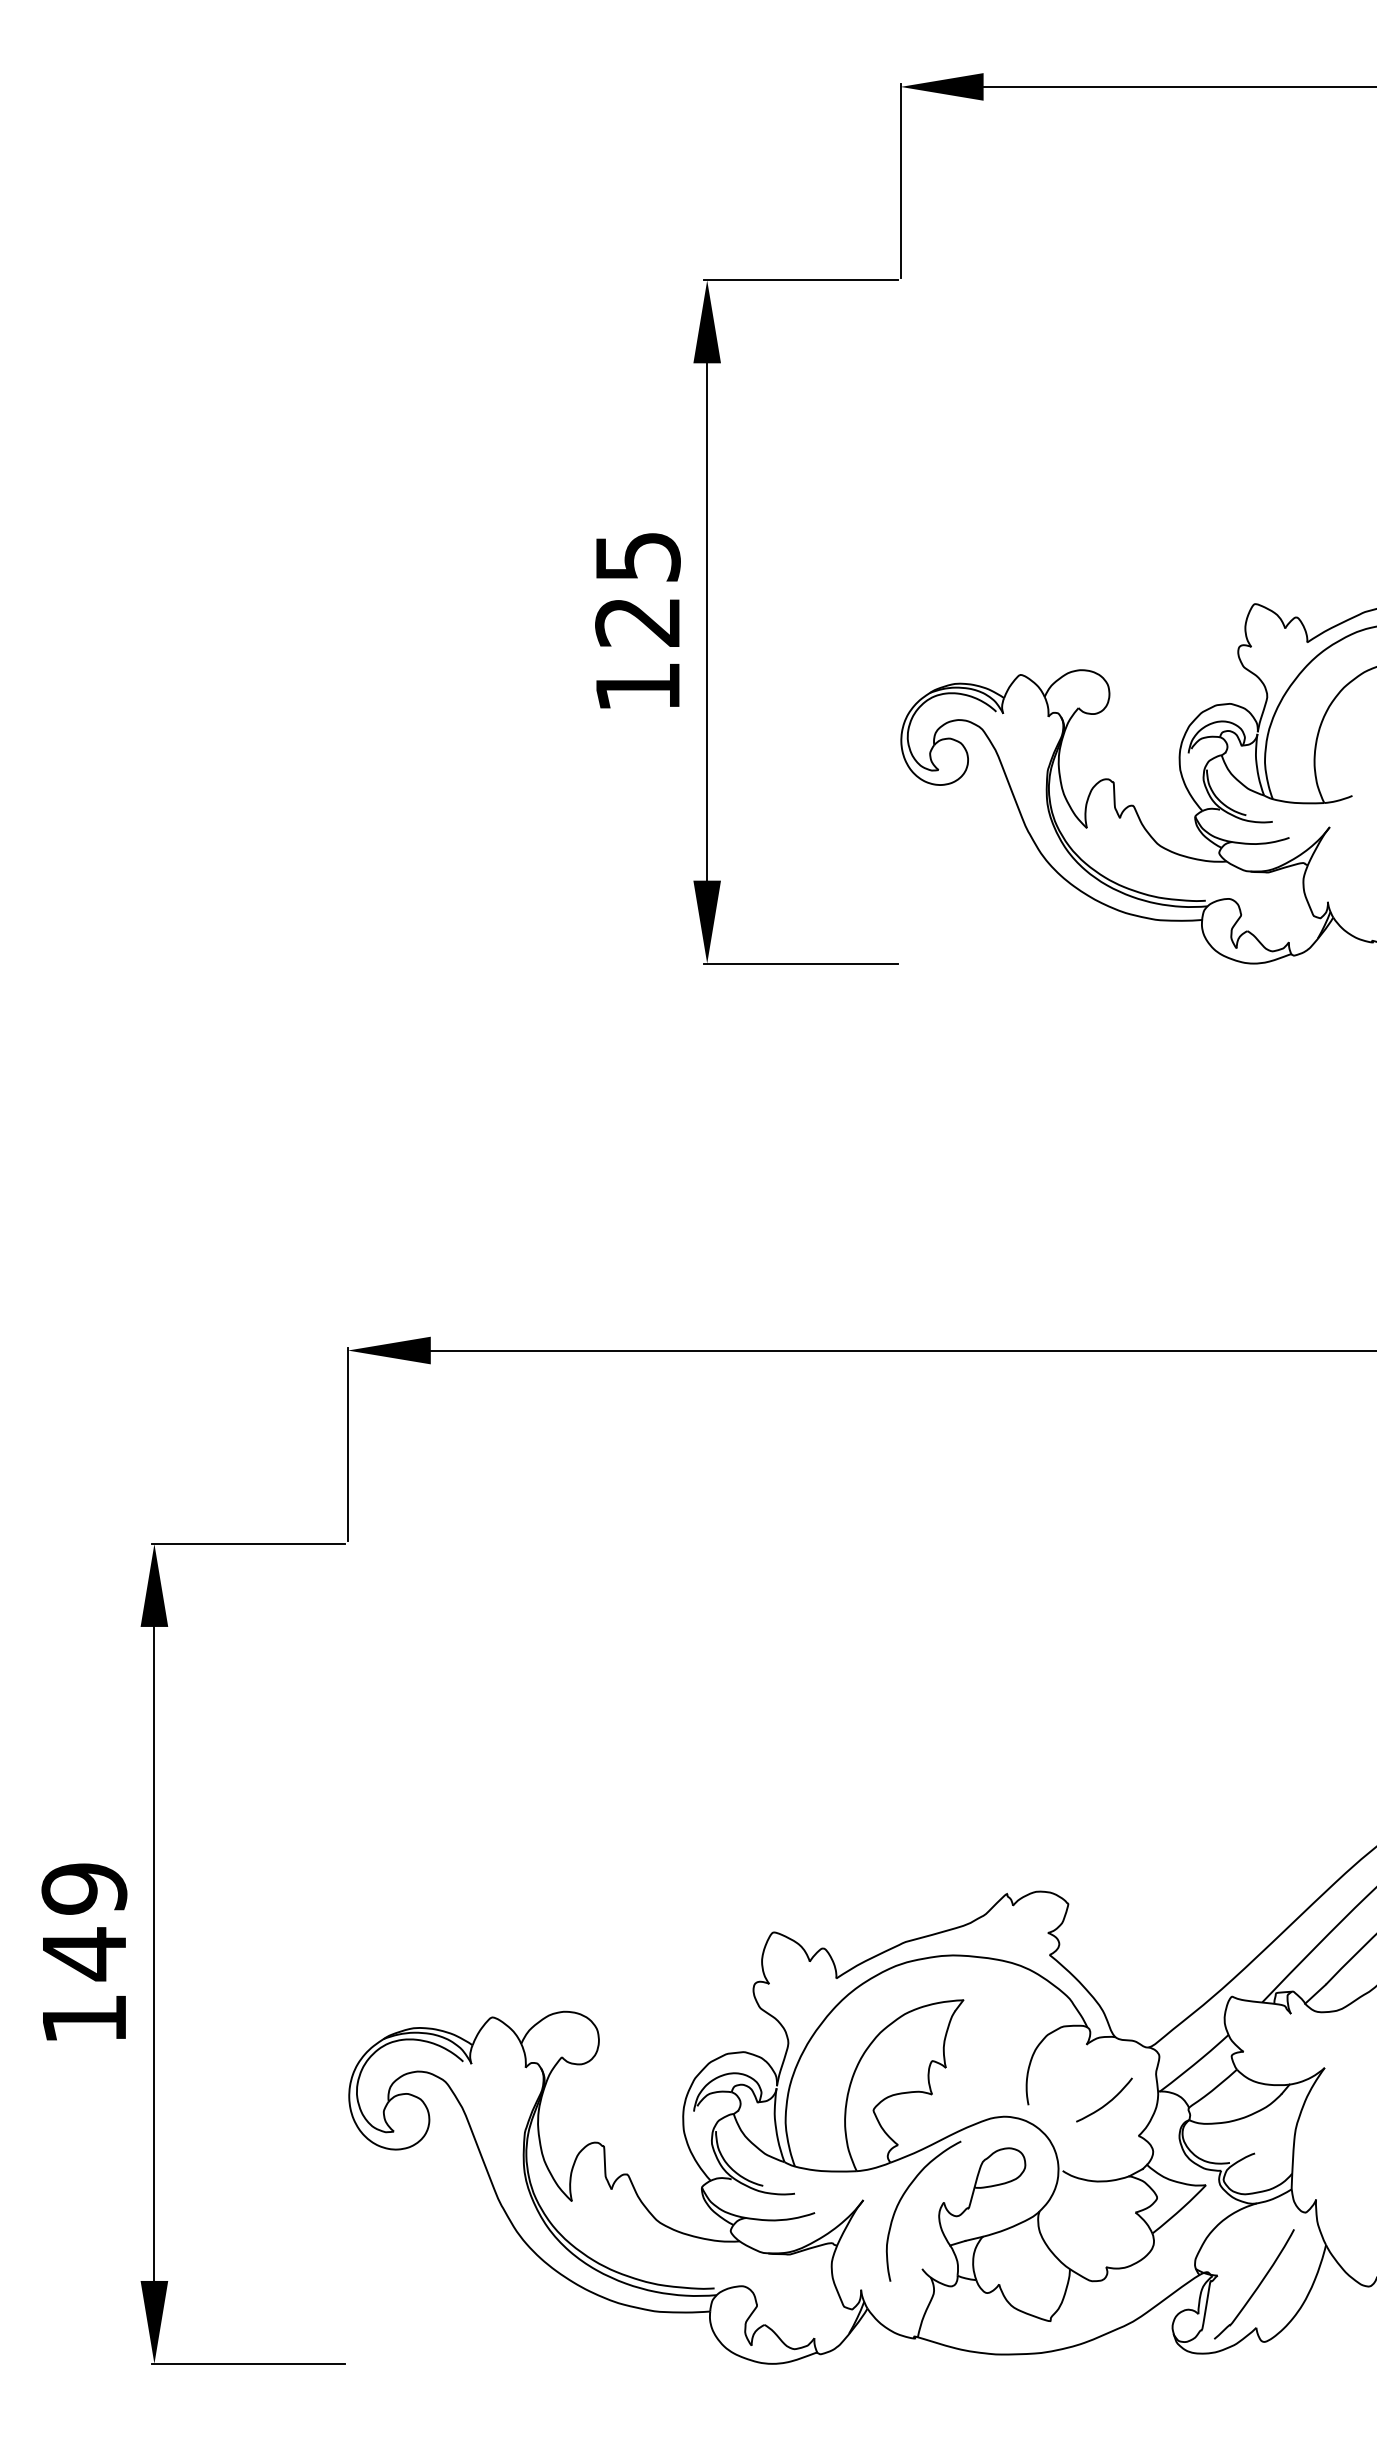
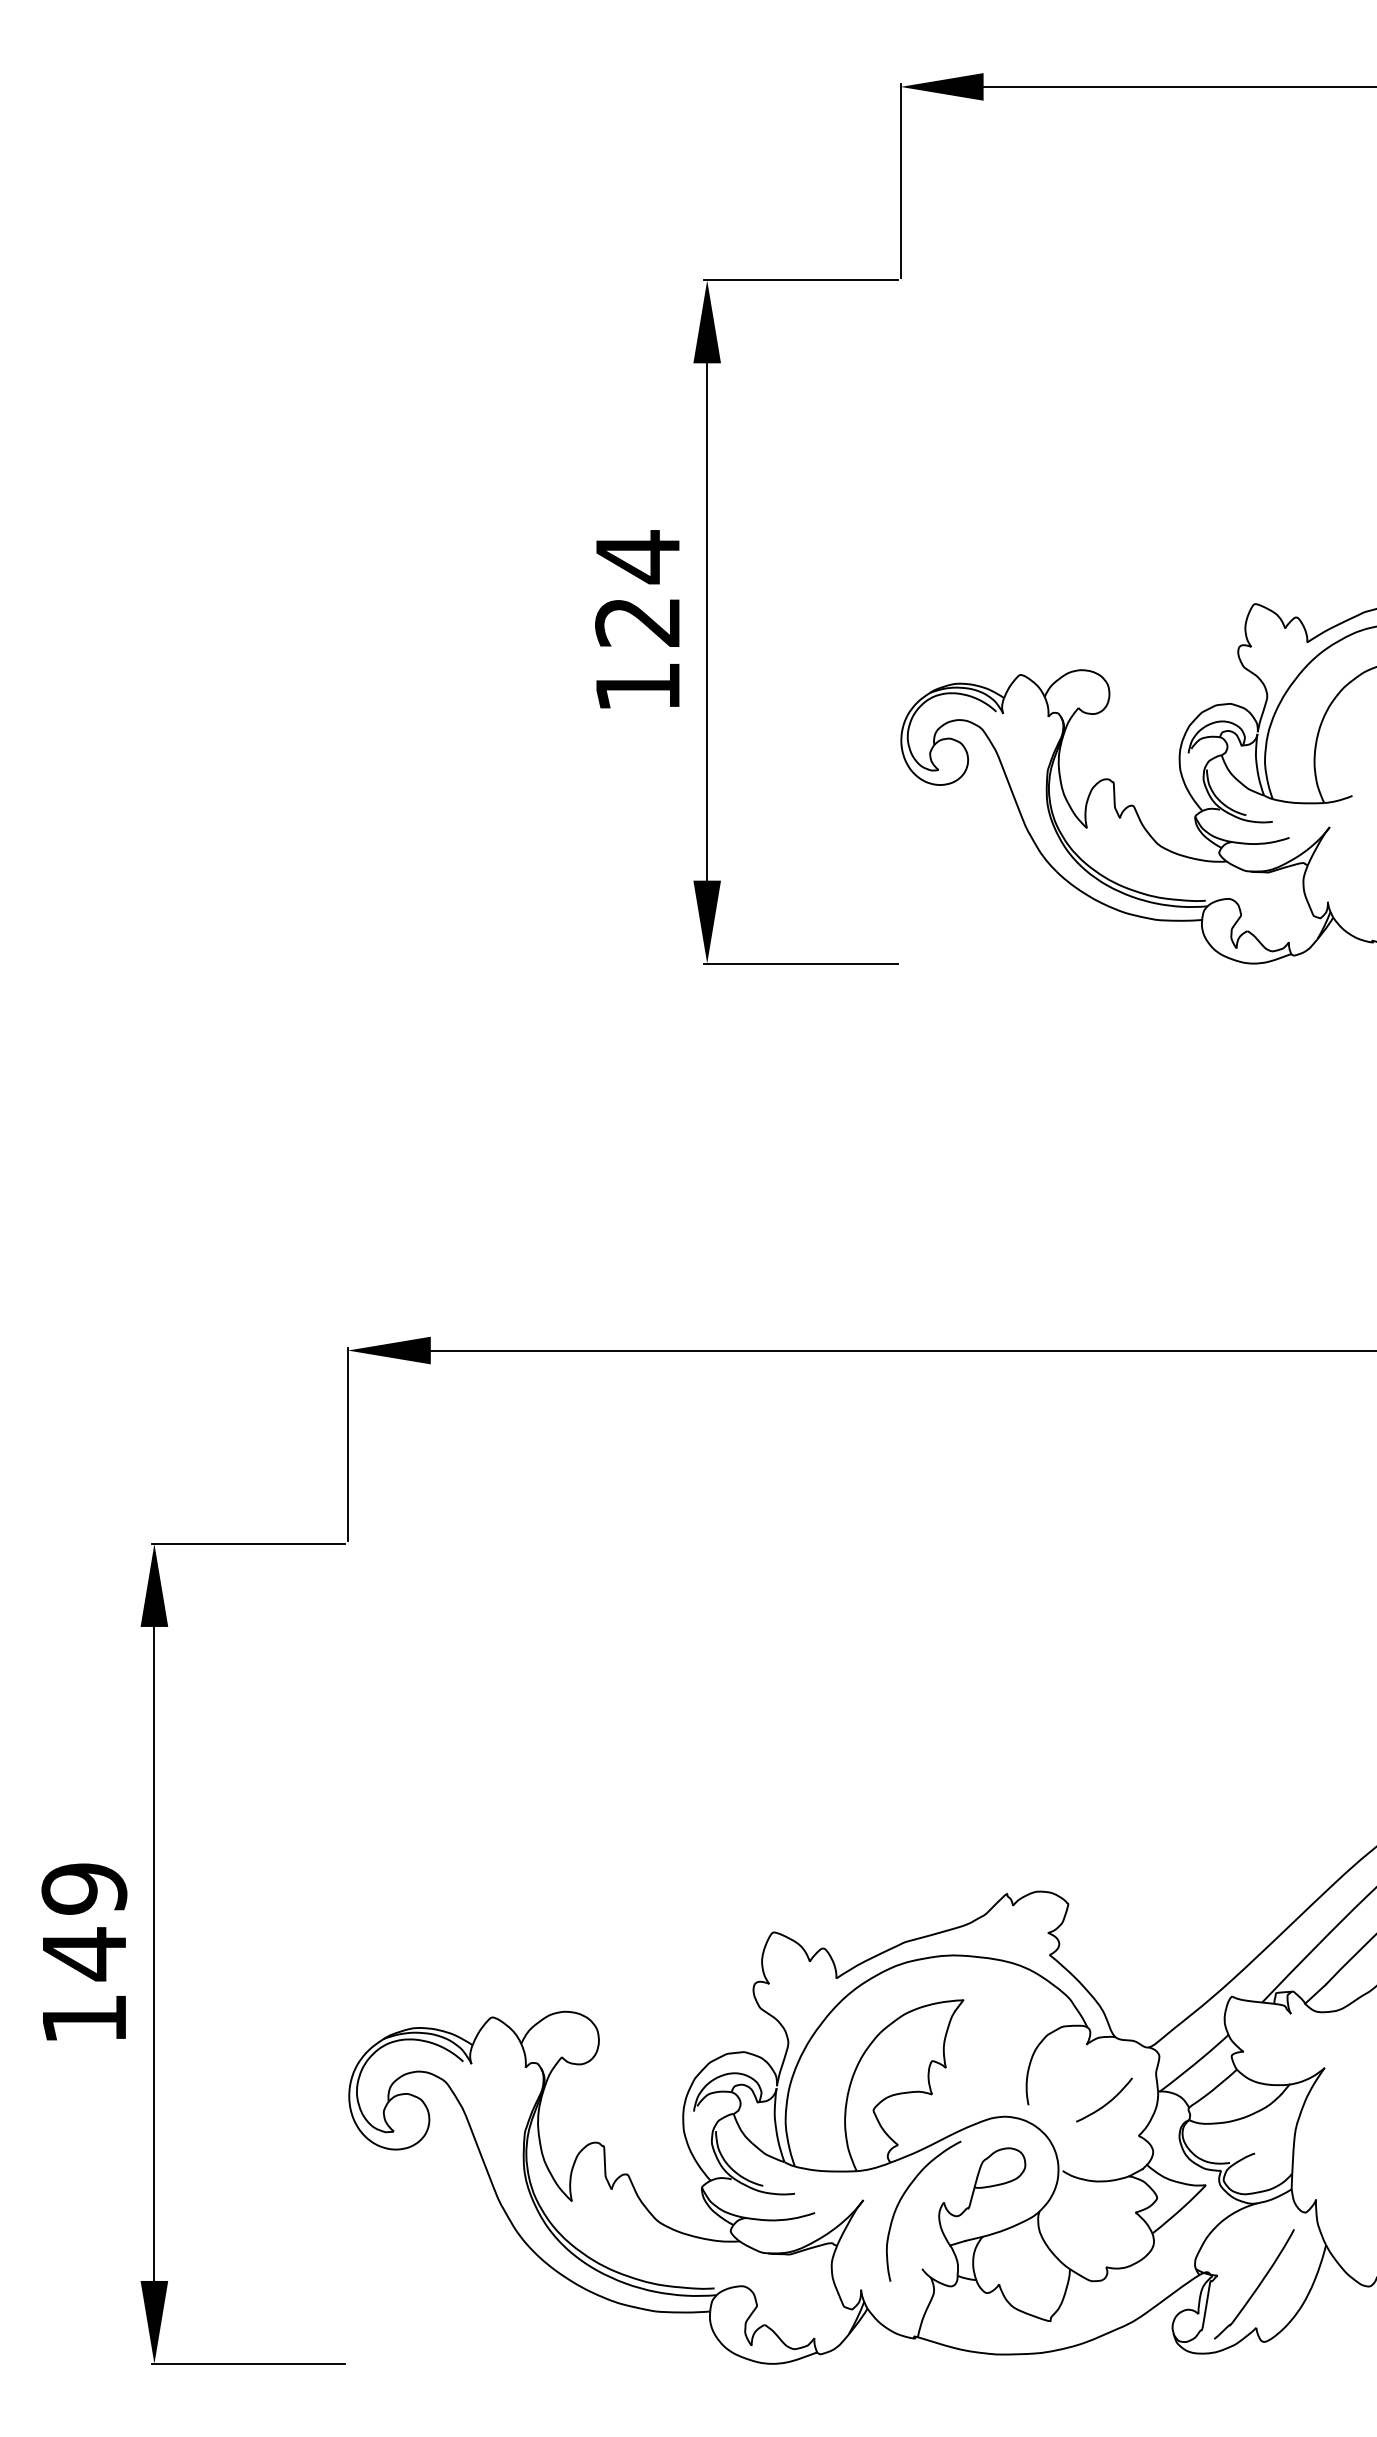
text at (638, 557): 125 -> 124
